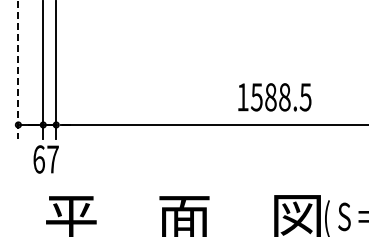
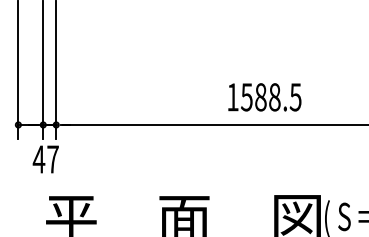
line at (18, 70): dashed -> solid
text at (274, 97) position: (274, 97) -> (264, 97)
text at (38, 159): 67 -> 47
